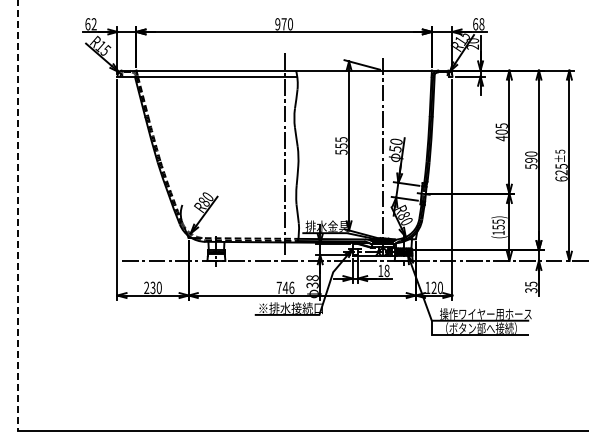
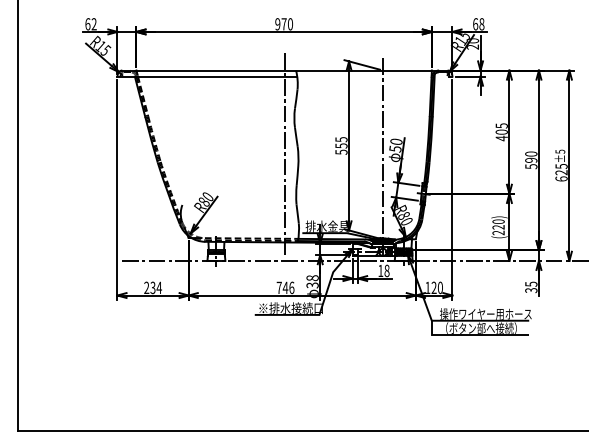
line at (17, 215): dashed -> solid
text at (498, 227): (155) -> (220)
text at (158, 287): 230 -> 234
